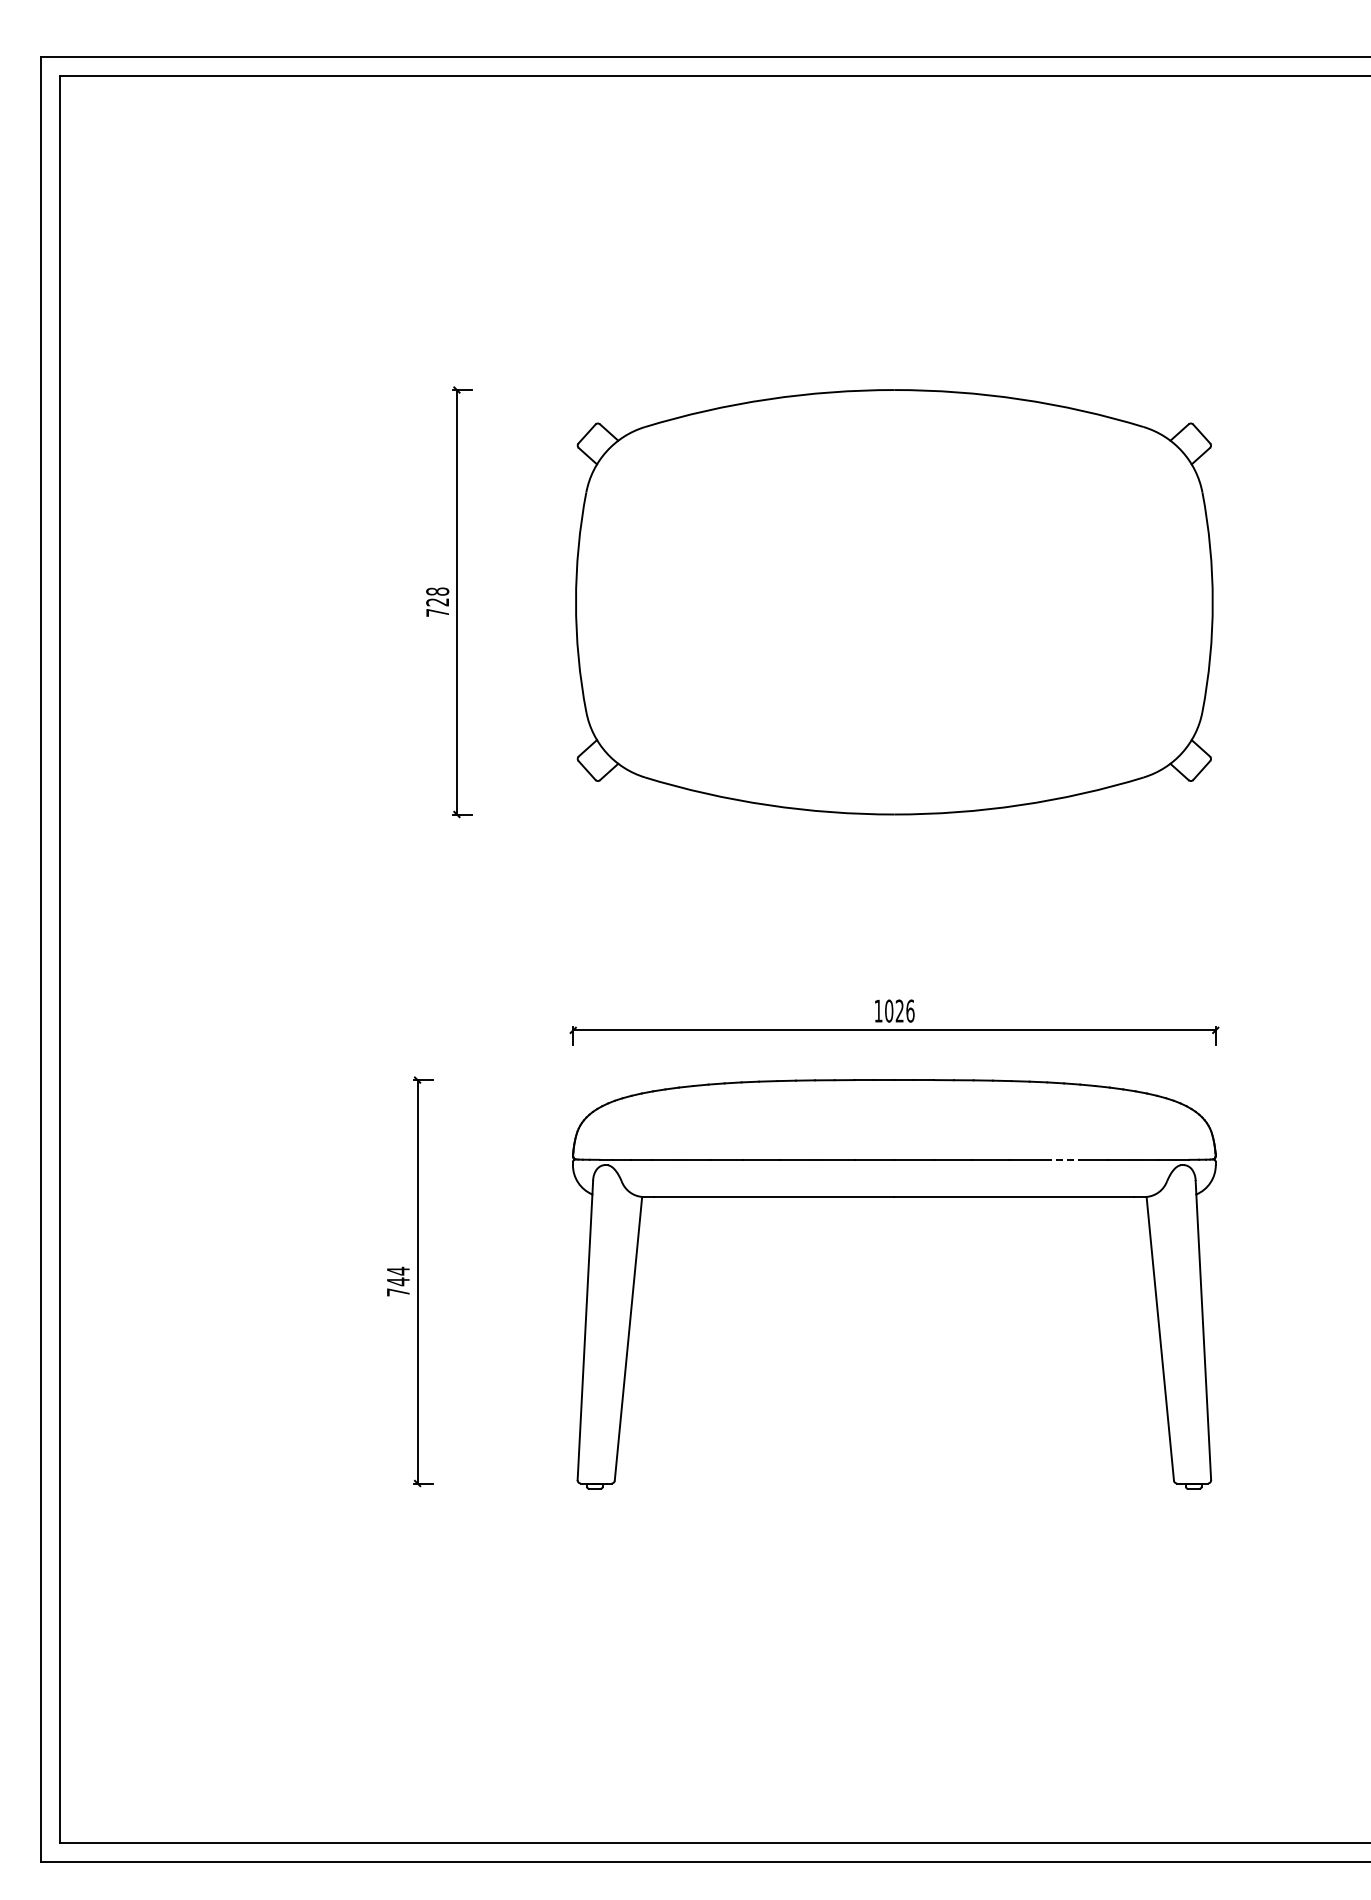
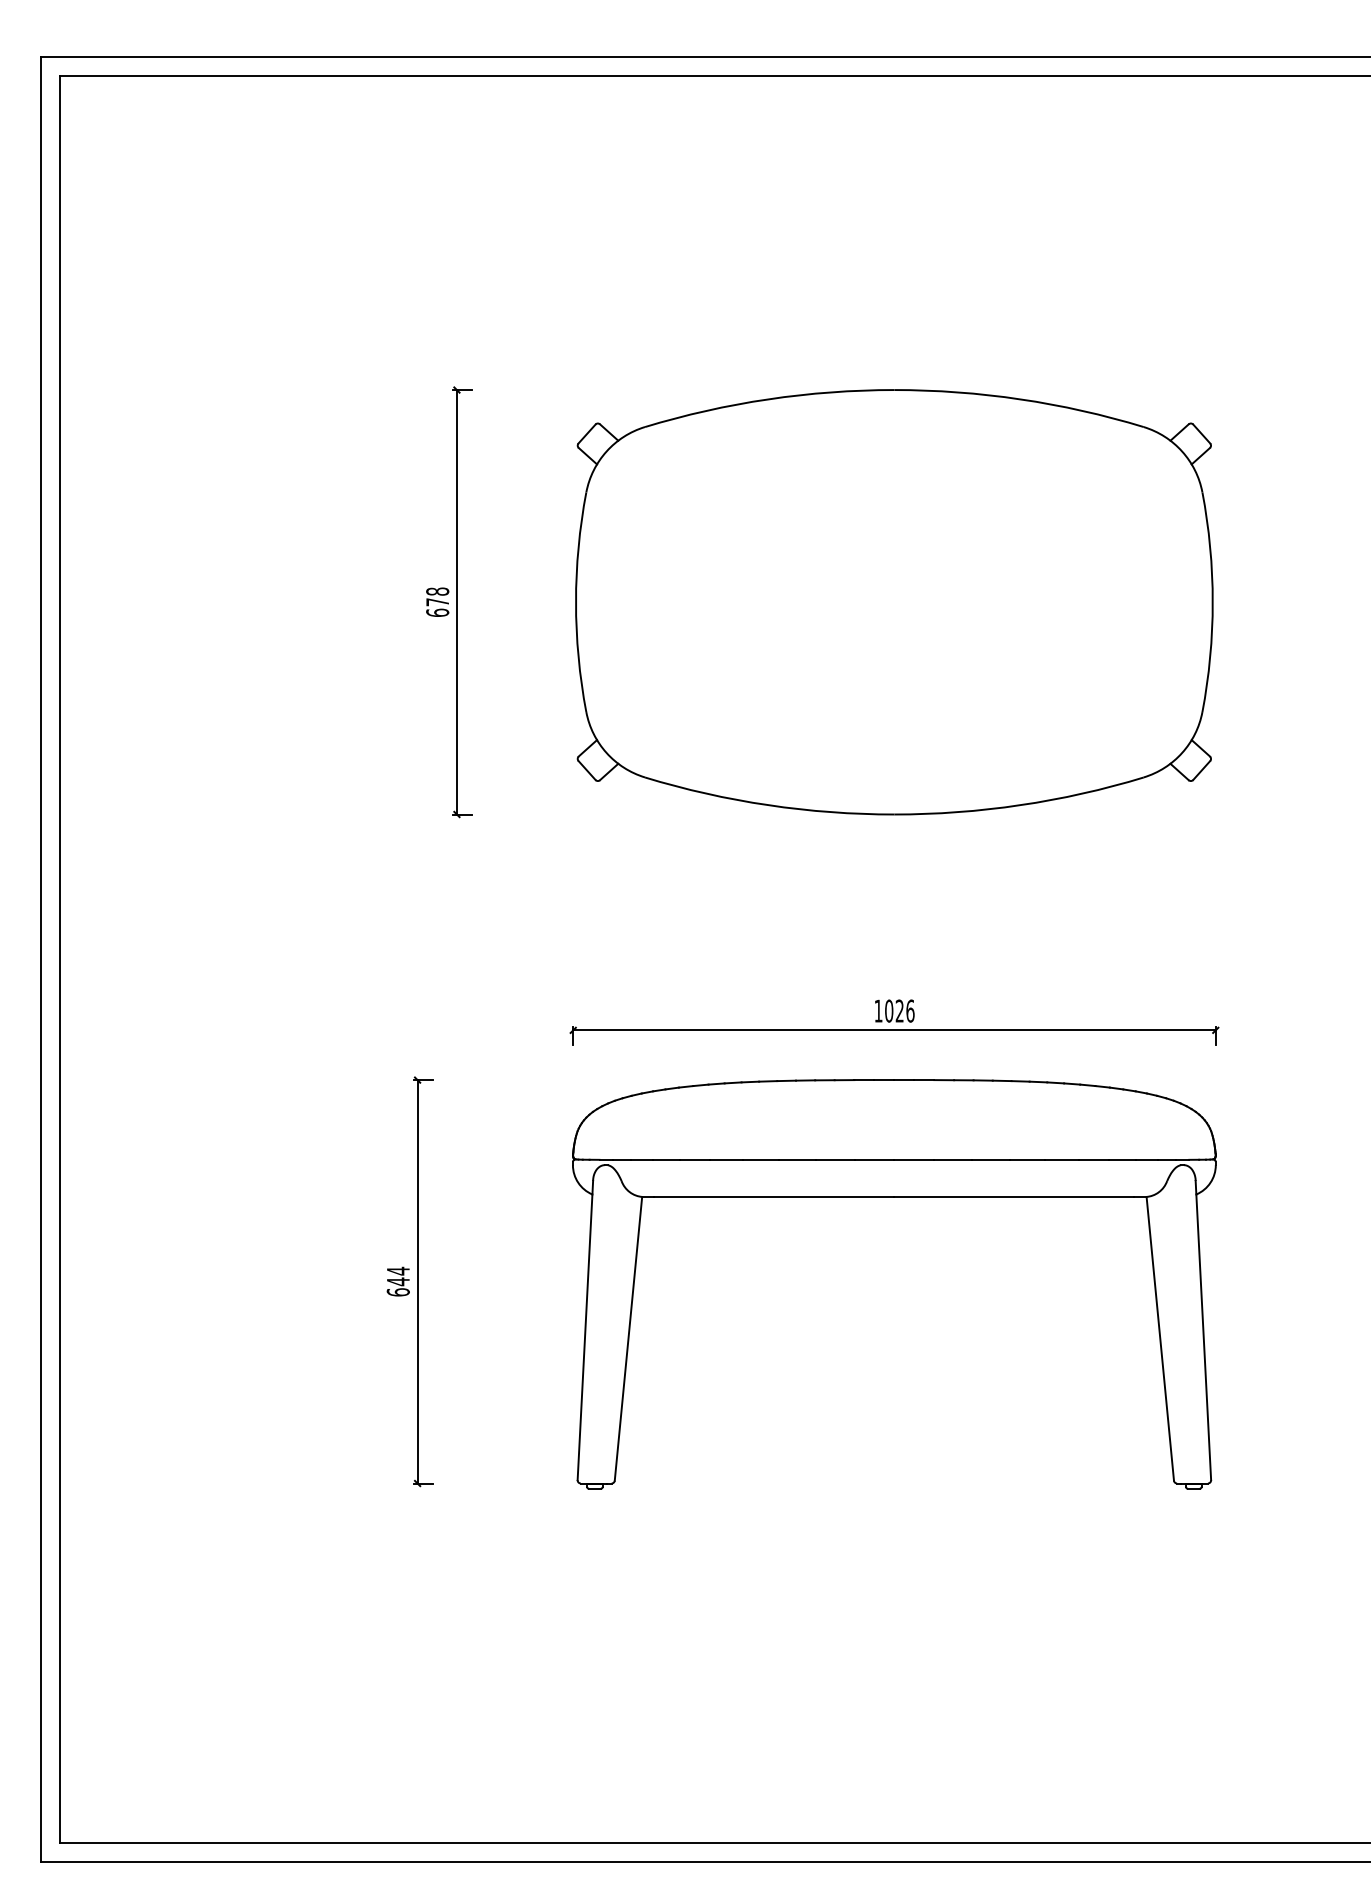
text at (437, 607): 728 -> 678
line at (1062, 1159): dashed -> solid
text at (397, 1292): 744 -> 644
